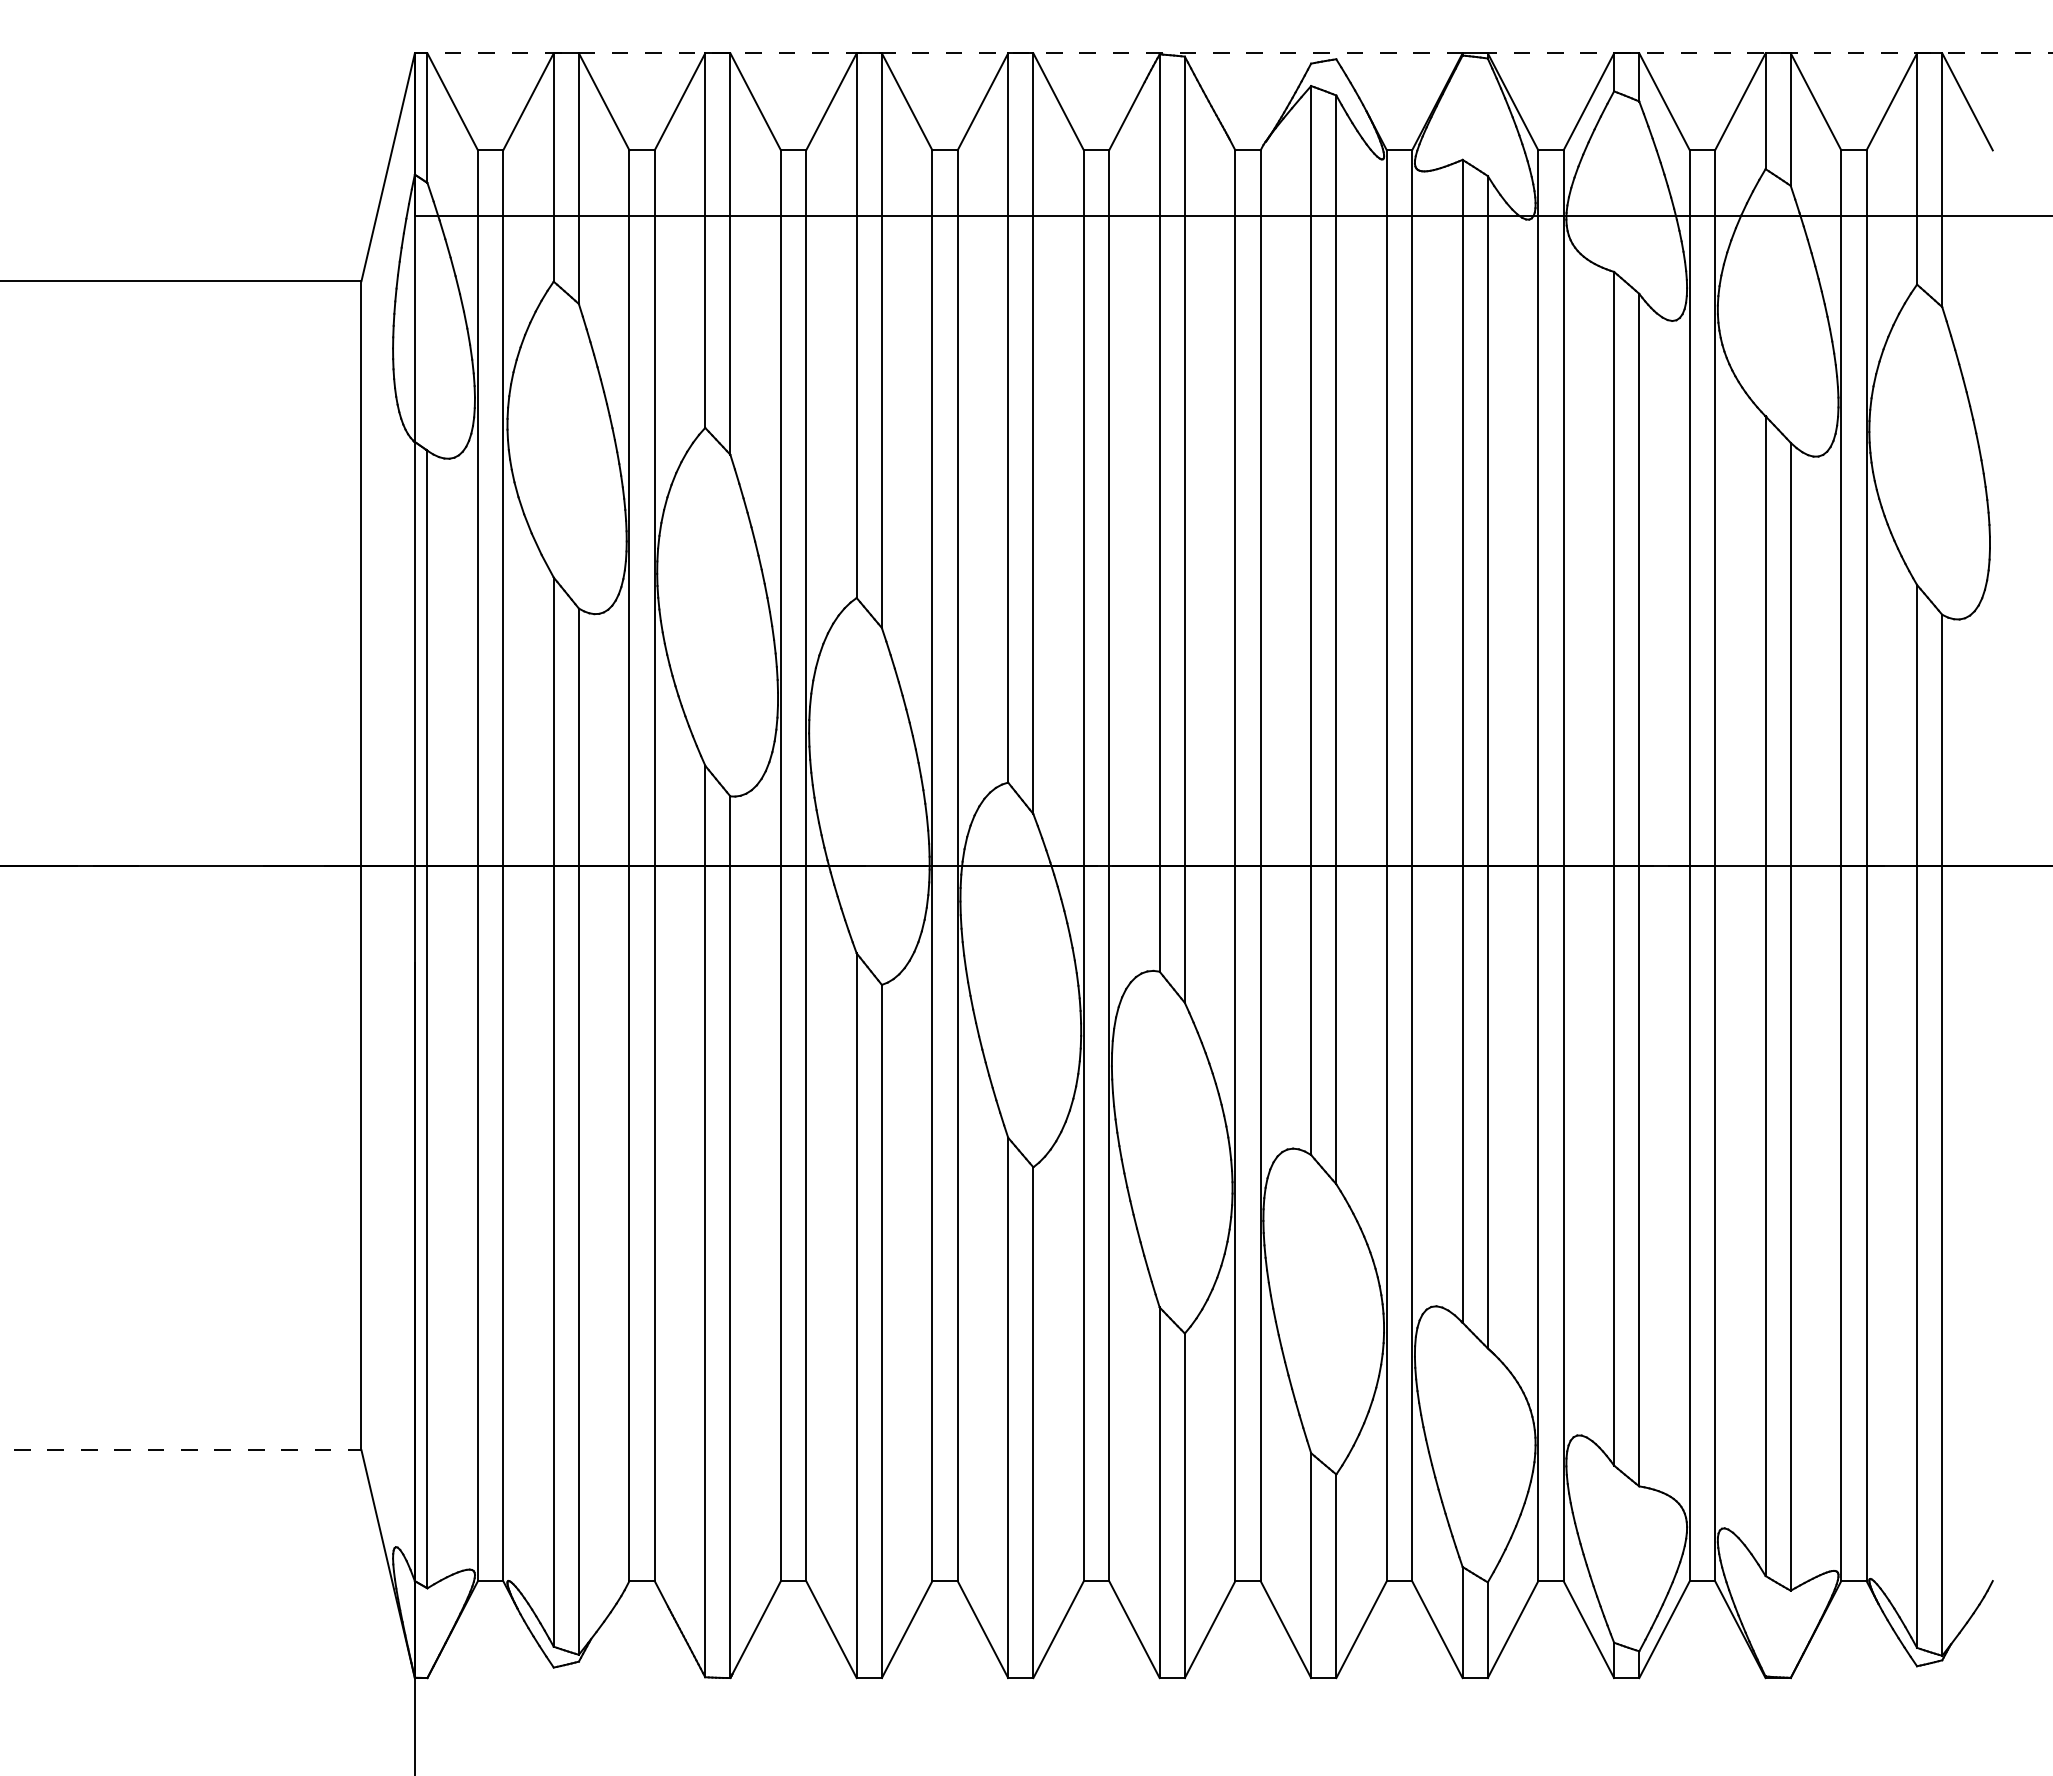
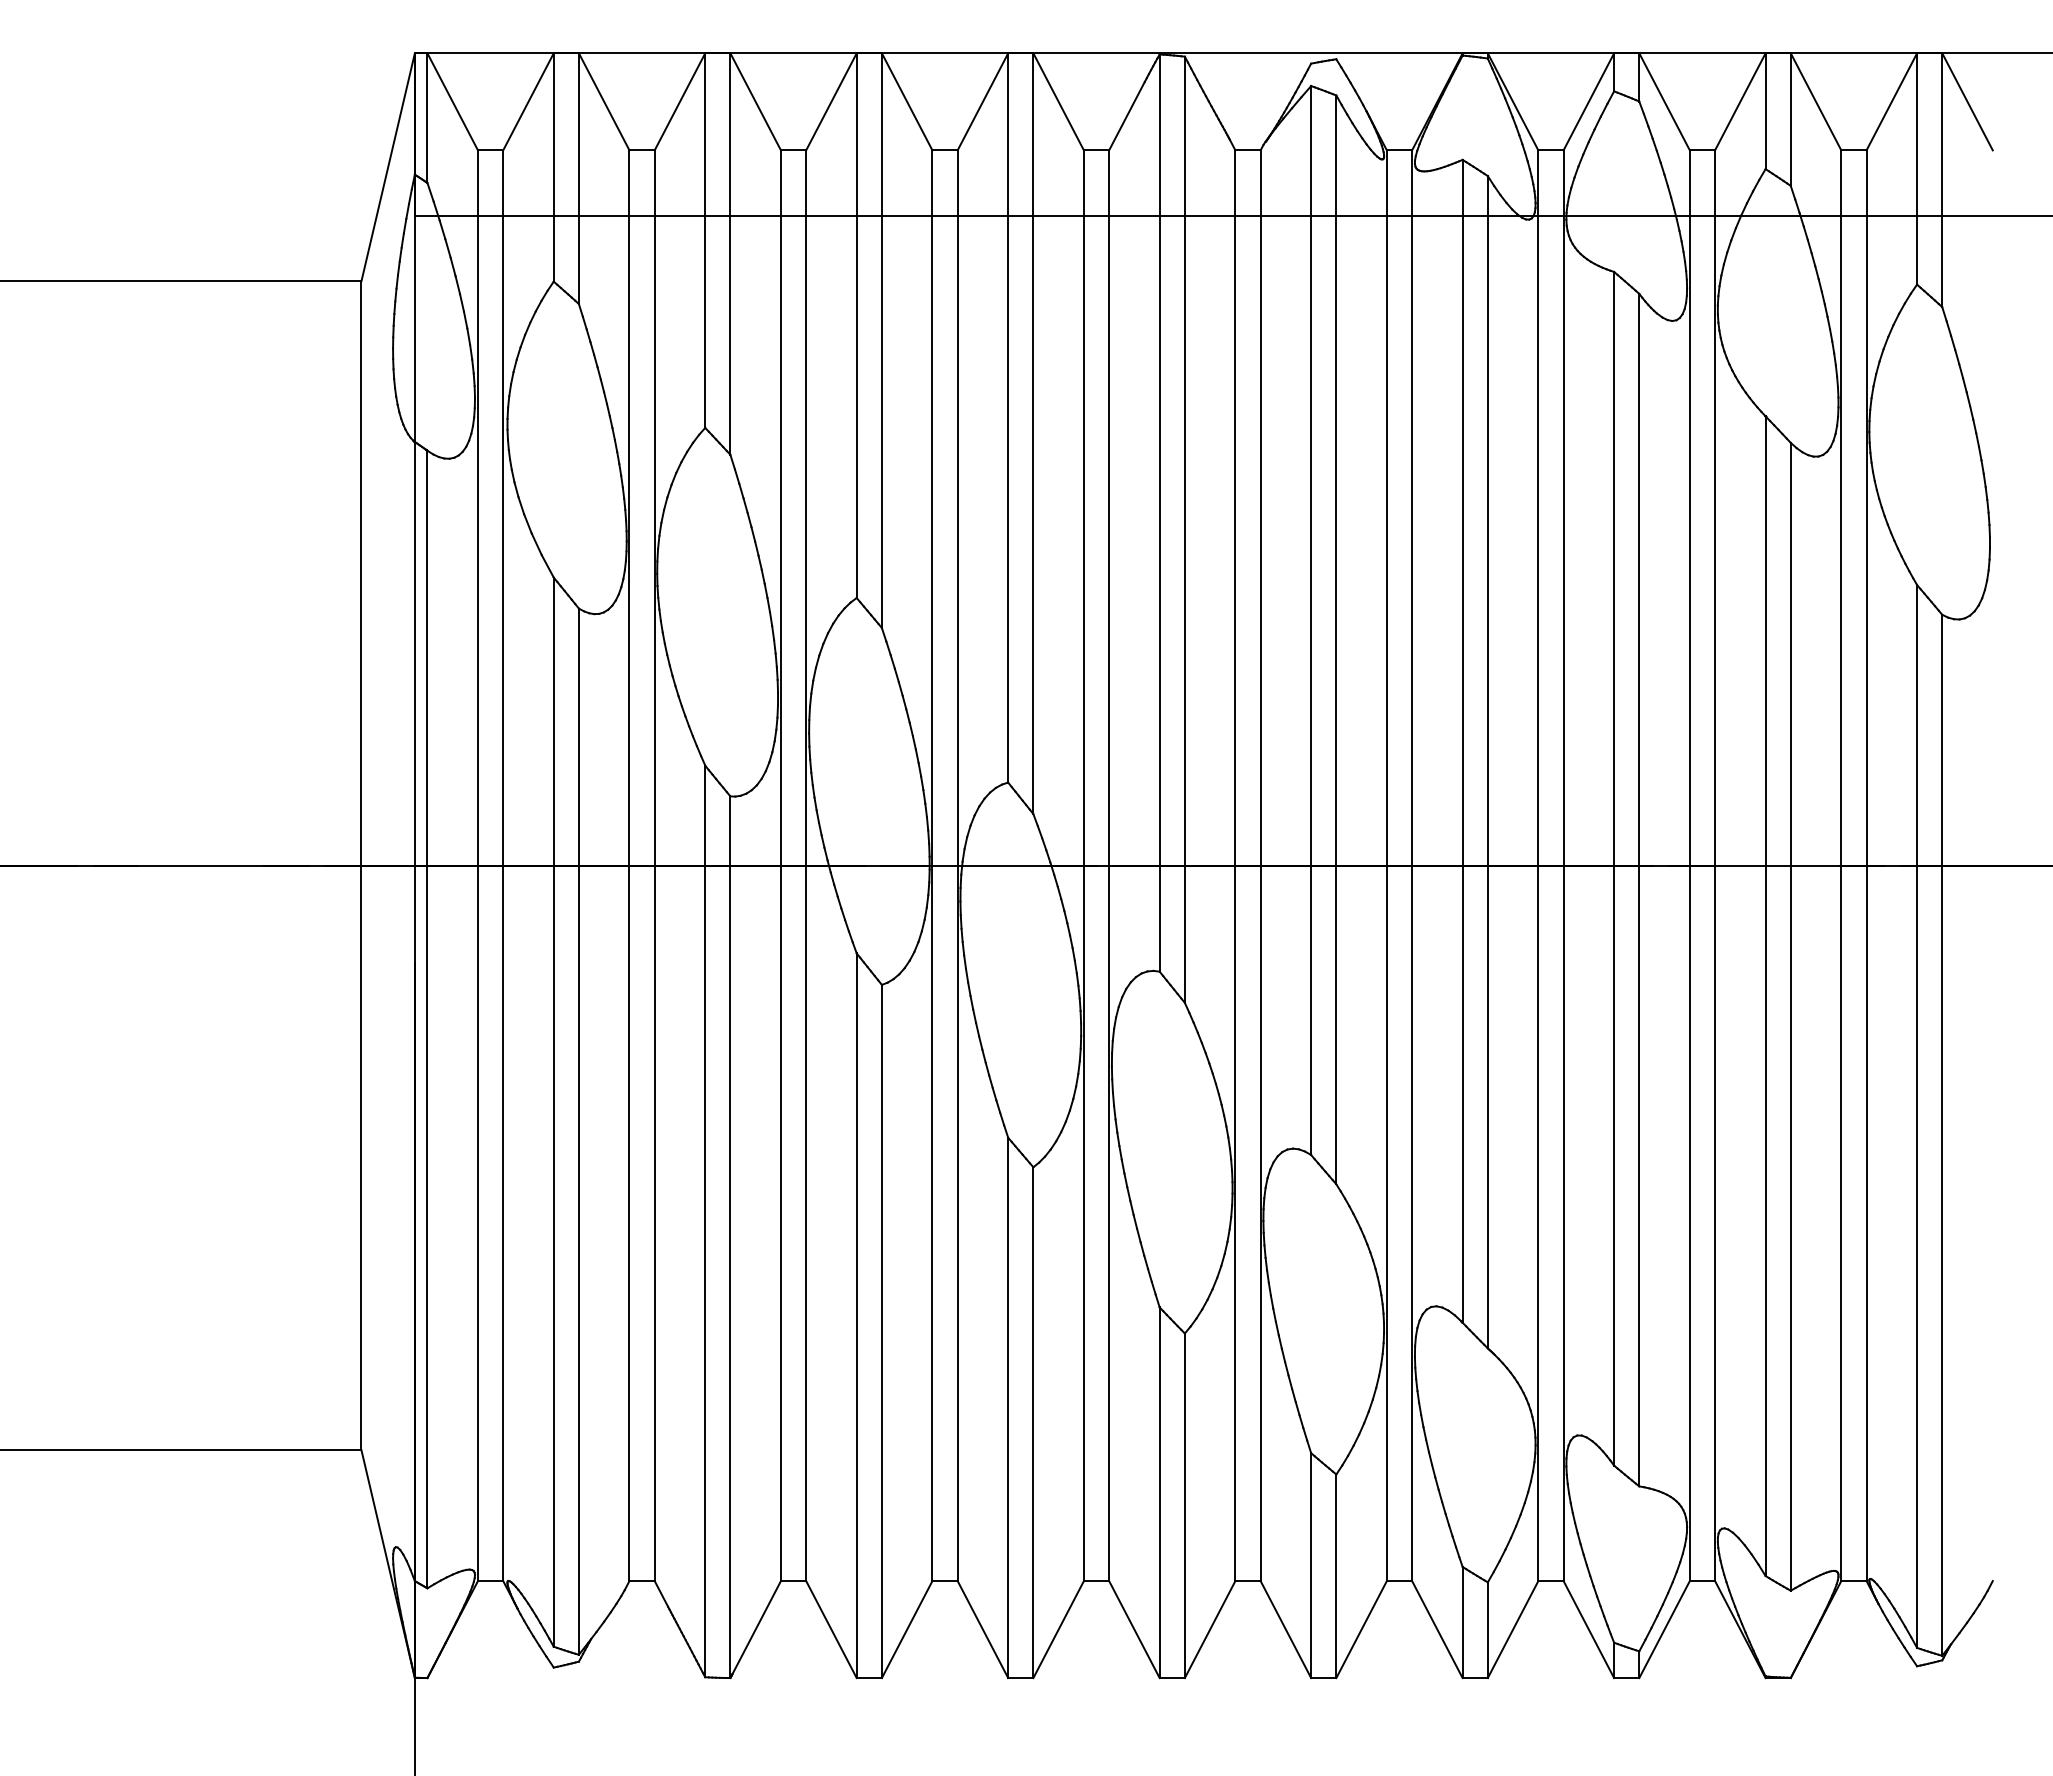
line at (1233, 53): dashed -> solid
line at (180, 1450): dashed -> solid
